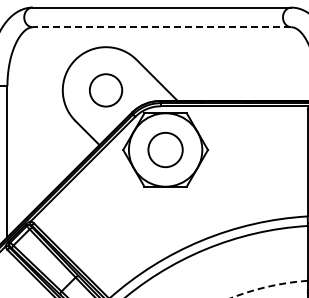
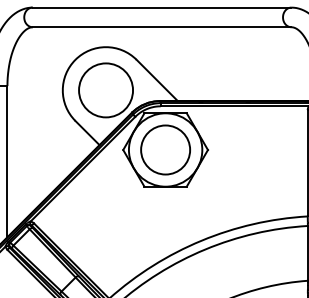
line at (161, 27): dashed -> solid
circle at (105, 90) diameter: 32 px -> 54 px
circle at (165, 150) size: 37x37 px -> 51x52 px
arc at (268, 286): dashed -> solid
